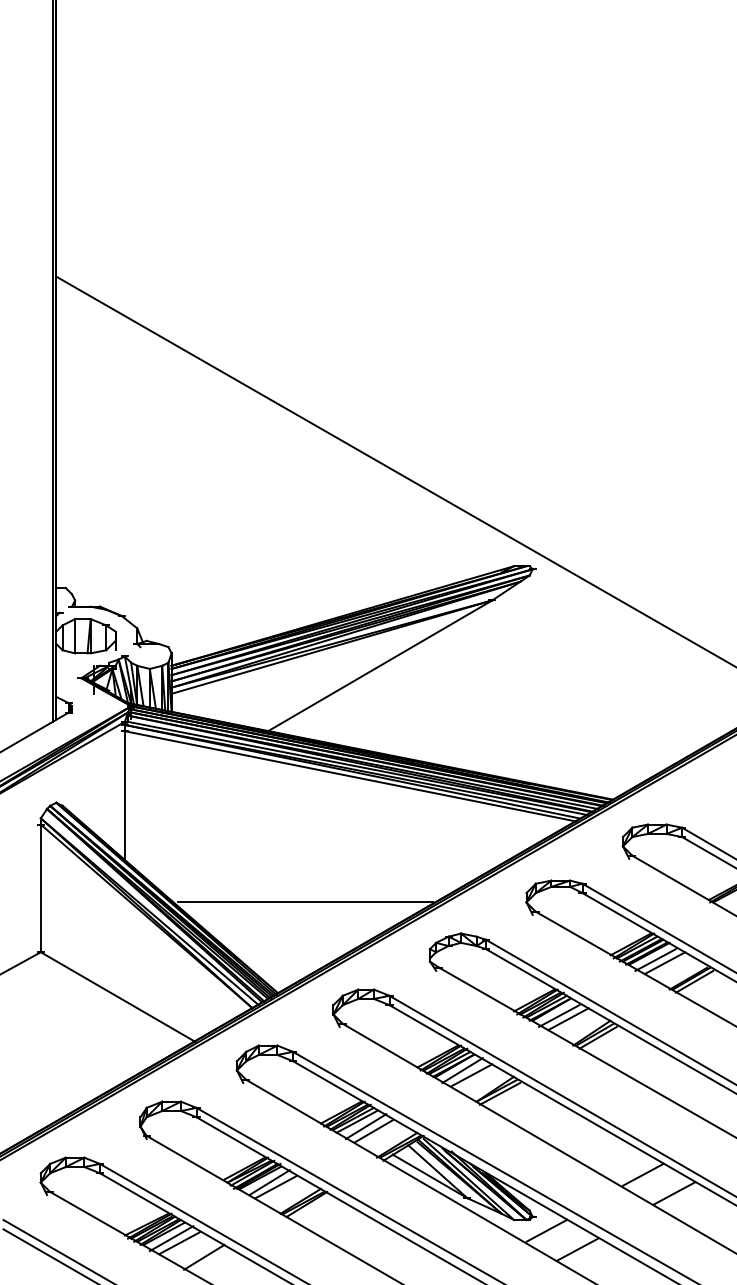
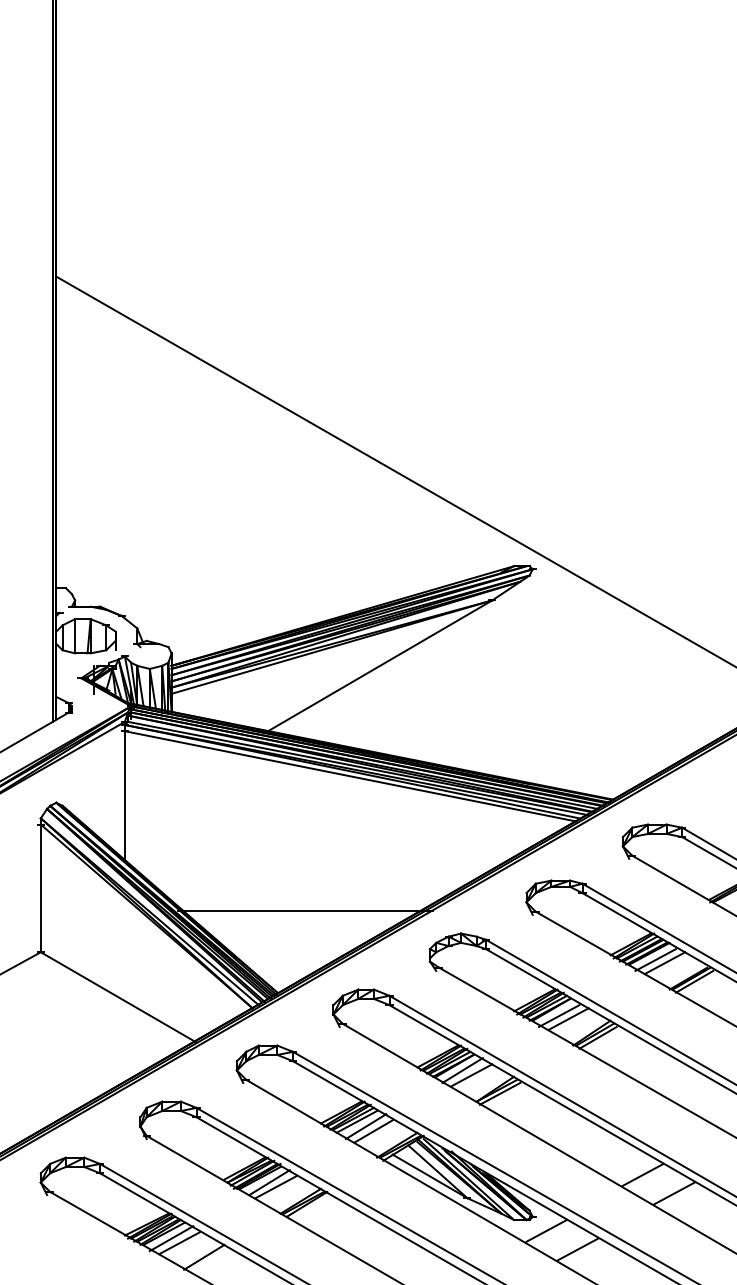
line at (305, 902) position: (305, 902) -> (305, 911)
line at (56, 1250): present -> none
line at (48, 1255): present -> none
